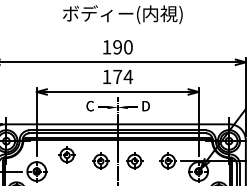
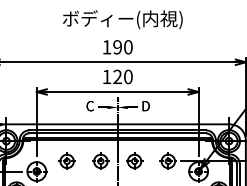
text at (122, 14) position: (122, 14) -> (122, 19)
text at (123, 76): 174 -> 120
part at (66, 154) position: (66, 154) -> (66, 160)
